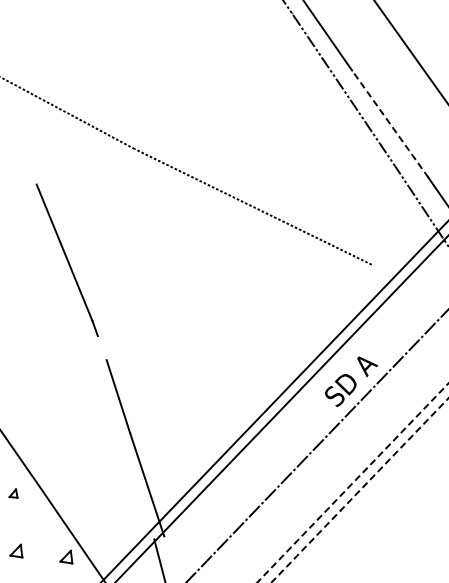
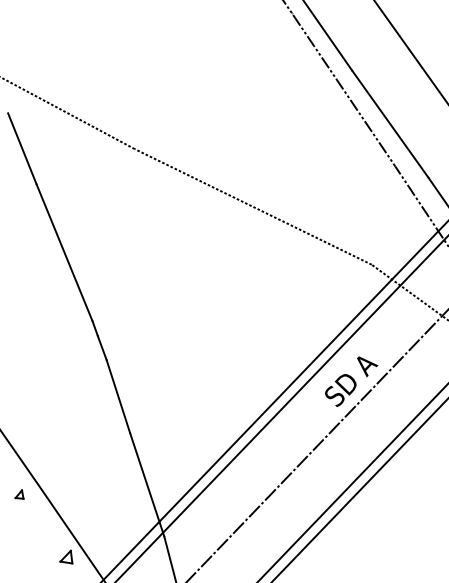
line at (390, 124): dashed -> solid
line at (22, 148): none -> present
line at (408, 291): none -> present
line at (101, 348): none -> present
line at (352, 483): dashed -> solid
line at (360, 490): dashed -> solid
part at (13, 493) position: (13, 493) -> (19, 494)
part at (16, 550): present -> none
line at (159, 559) position: (159, 559) -> (169, 557)
